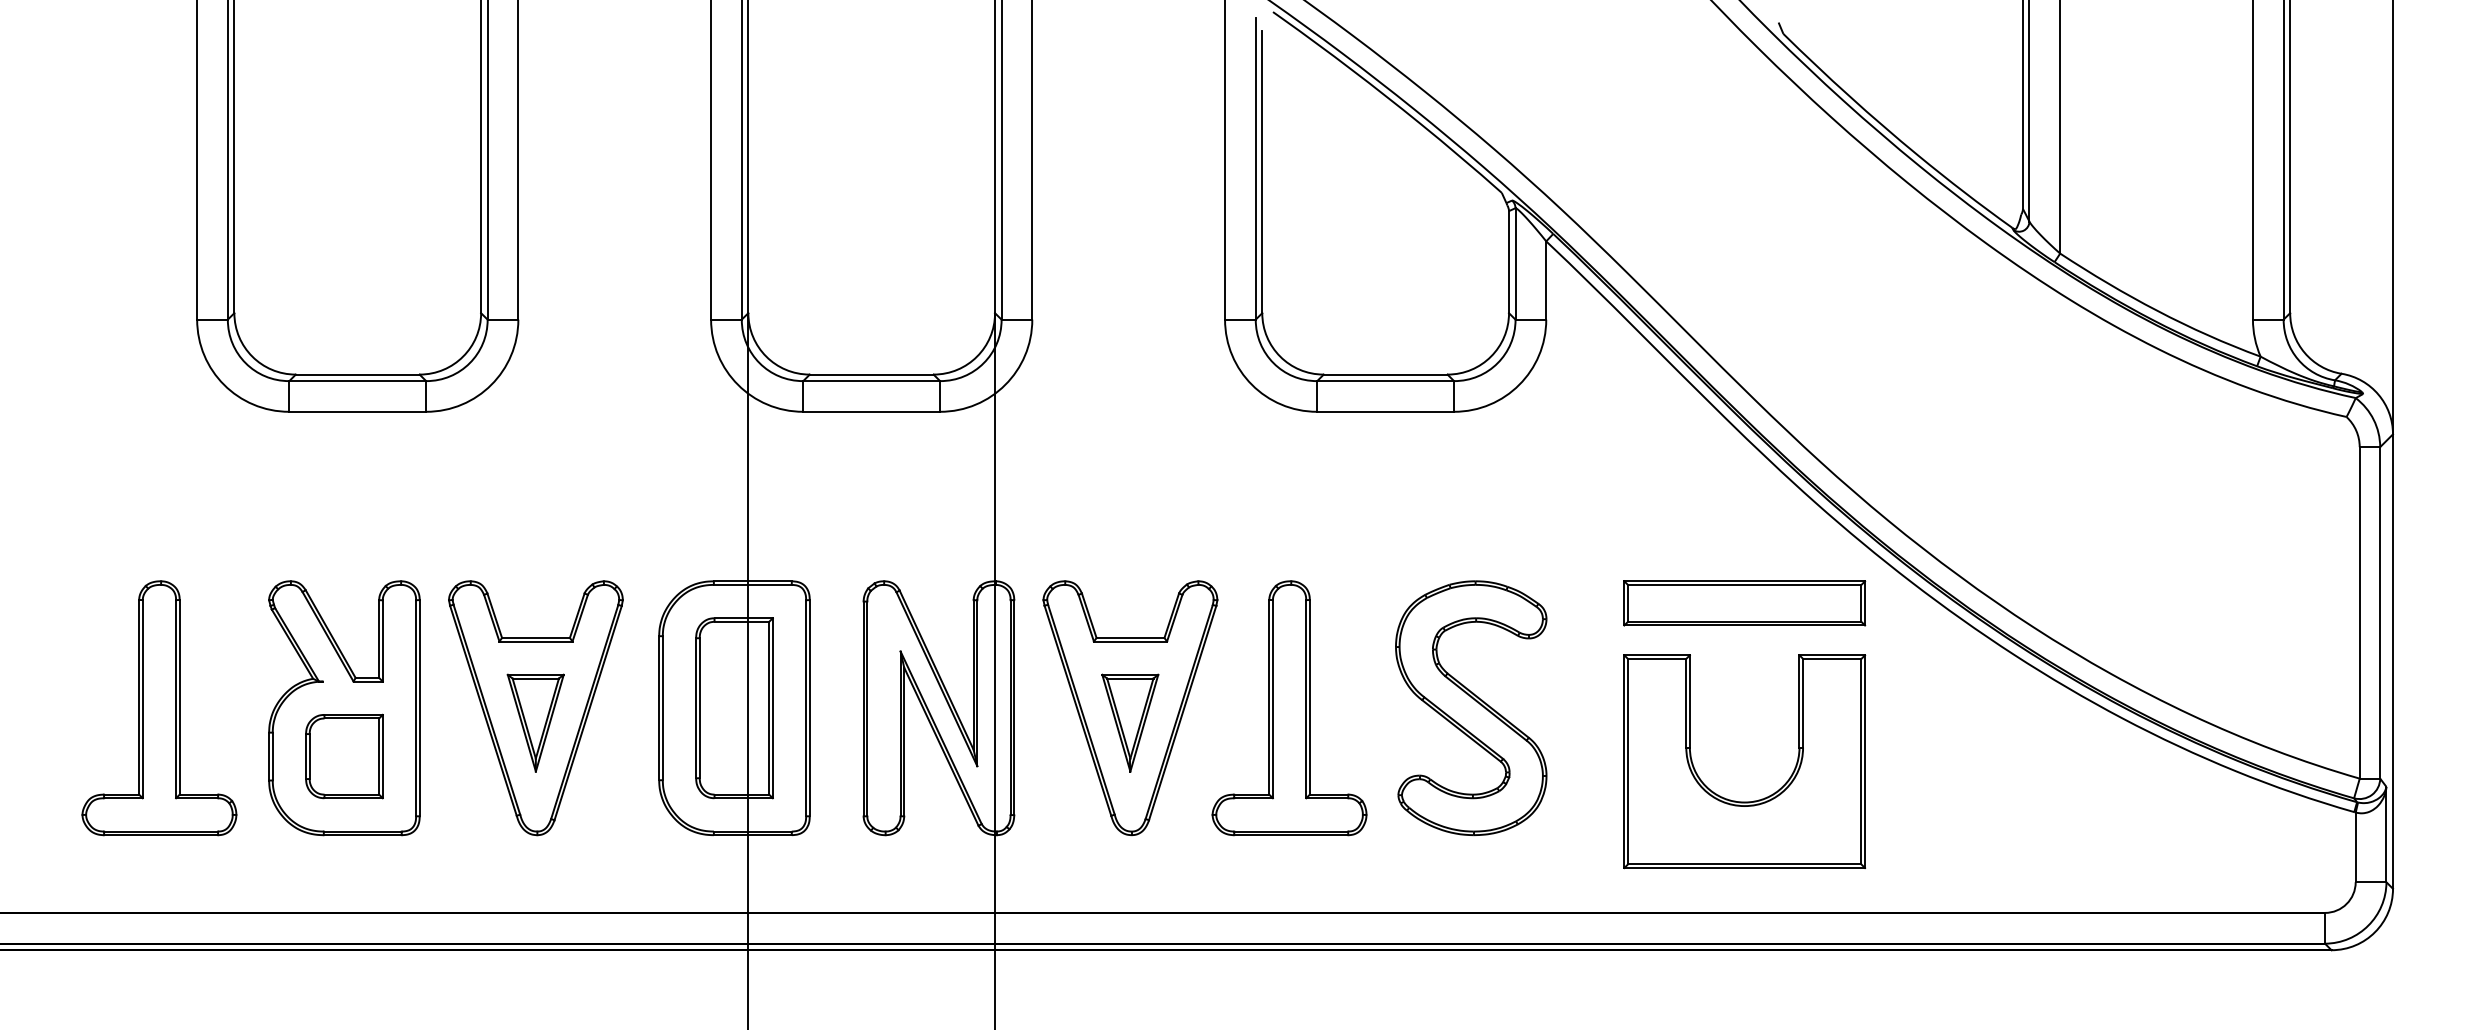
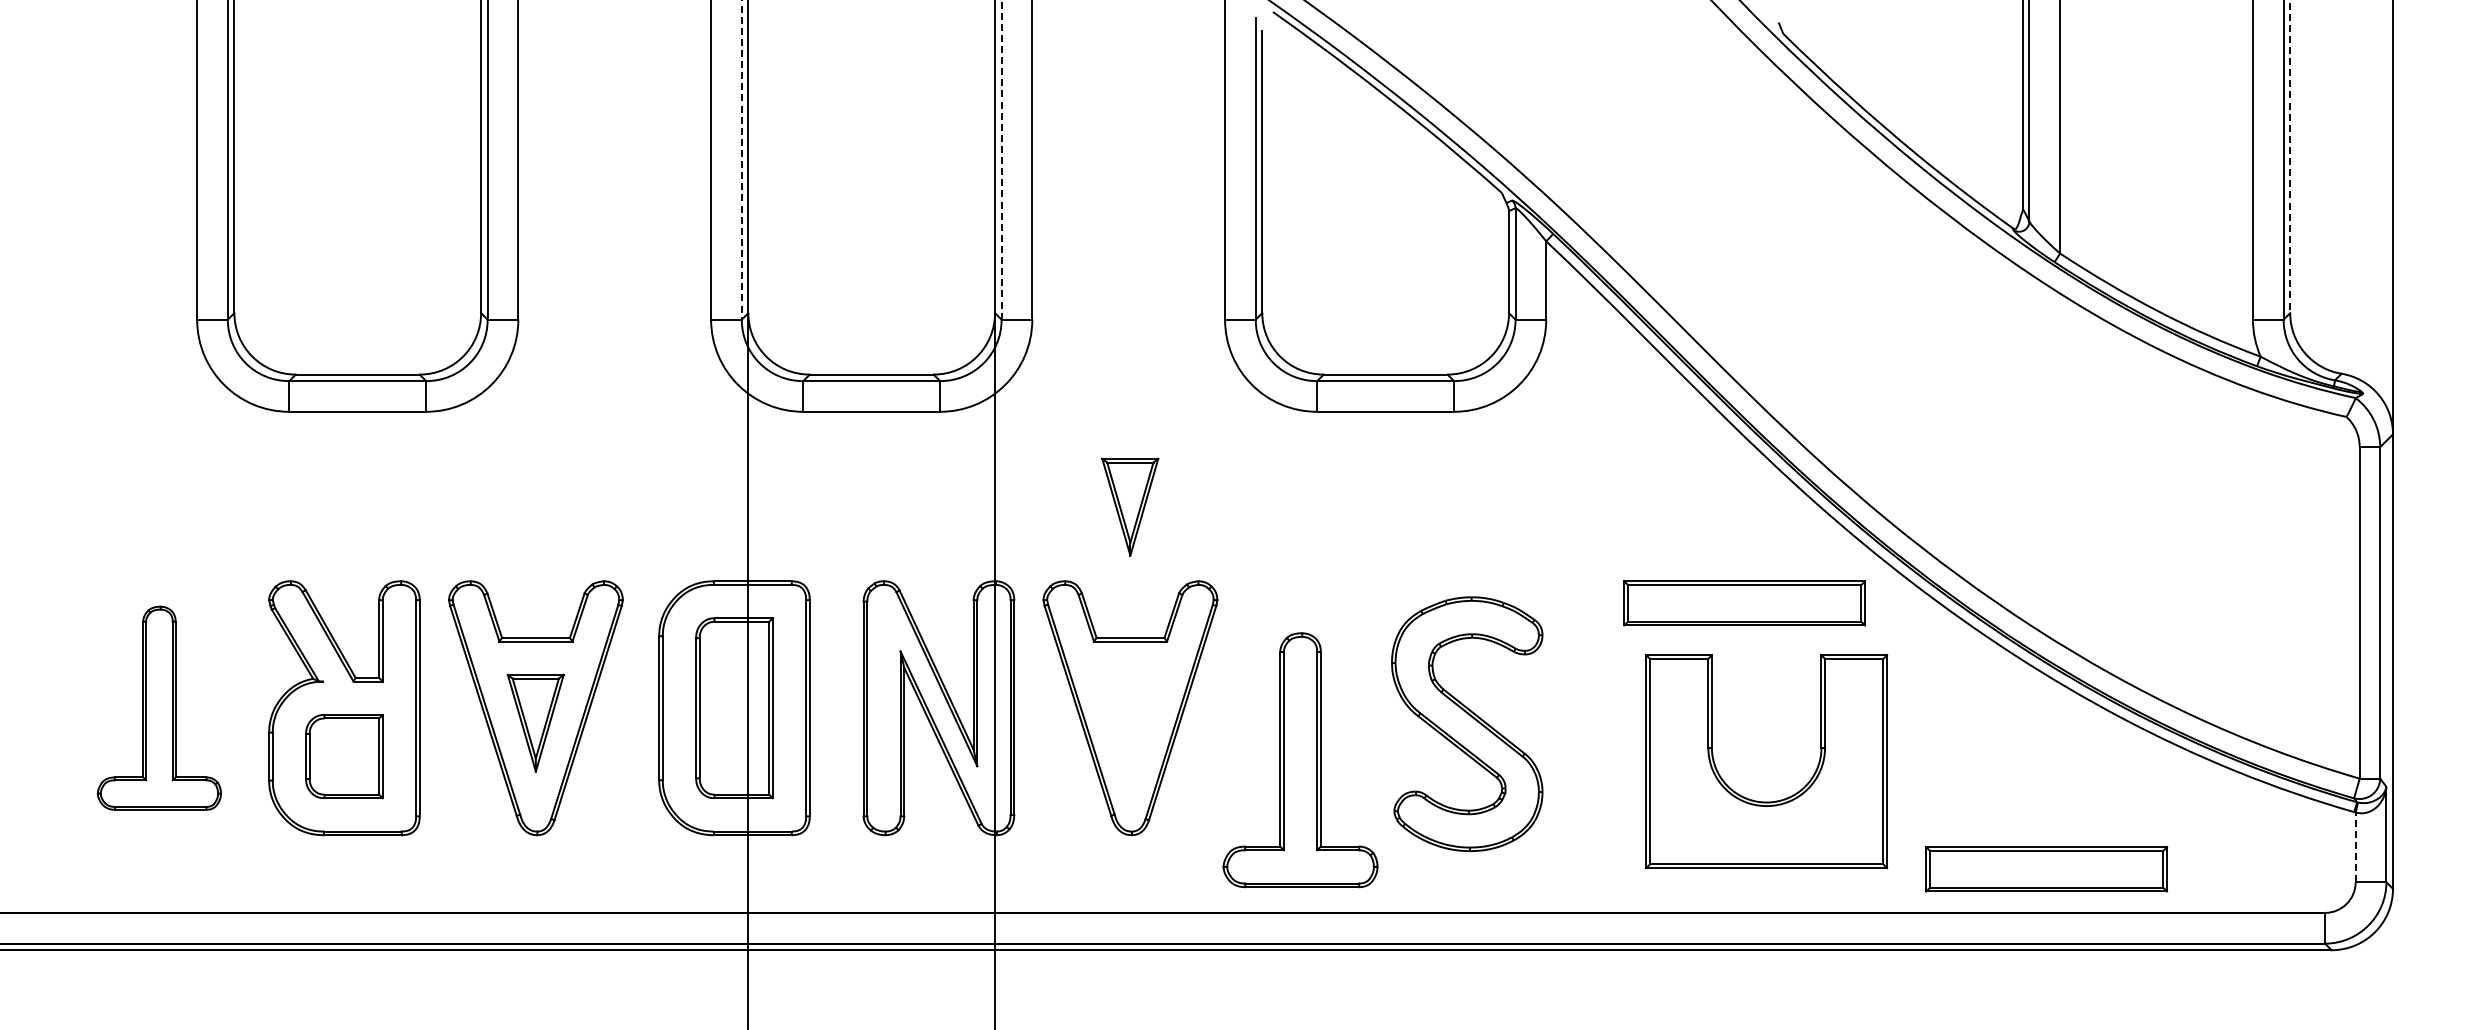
line at (2290, 157): solid -> dashed
line at (1001, 159): solid -> dashed
line at (741, 160): solid -> dashed
part at (159, 708) size: 157x257 px -> 126x206 px
part at (1289, 708) position: (1289, 708) -> (1300, 760)
part at (1471, 708) position: (1471, 708) -> (1467, 724)
part at (1130, 722) position: (1130, 722) -> (1130, 506)
part at (1744, 801) position: (1744, 801) -> (1766, 801)
line at (2355, 847): solid -> dashed
part at (2046, 869): none -> present
